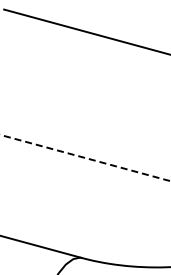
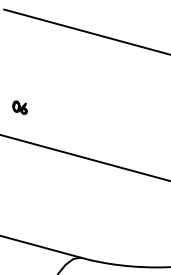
part at (19, 107): none -> present
line at (85, 158): dashed -> solid
